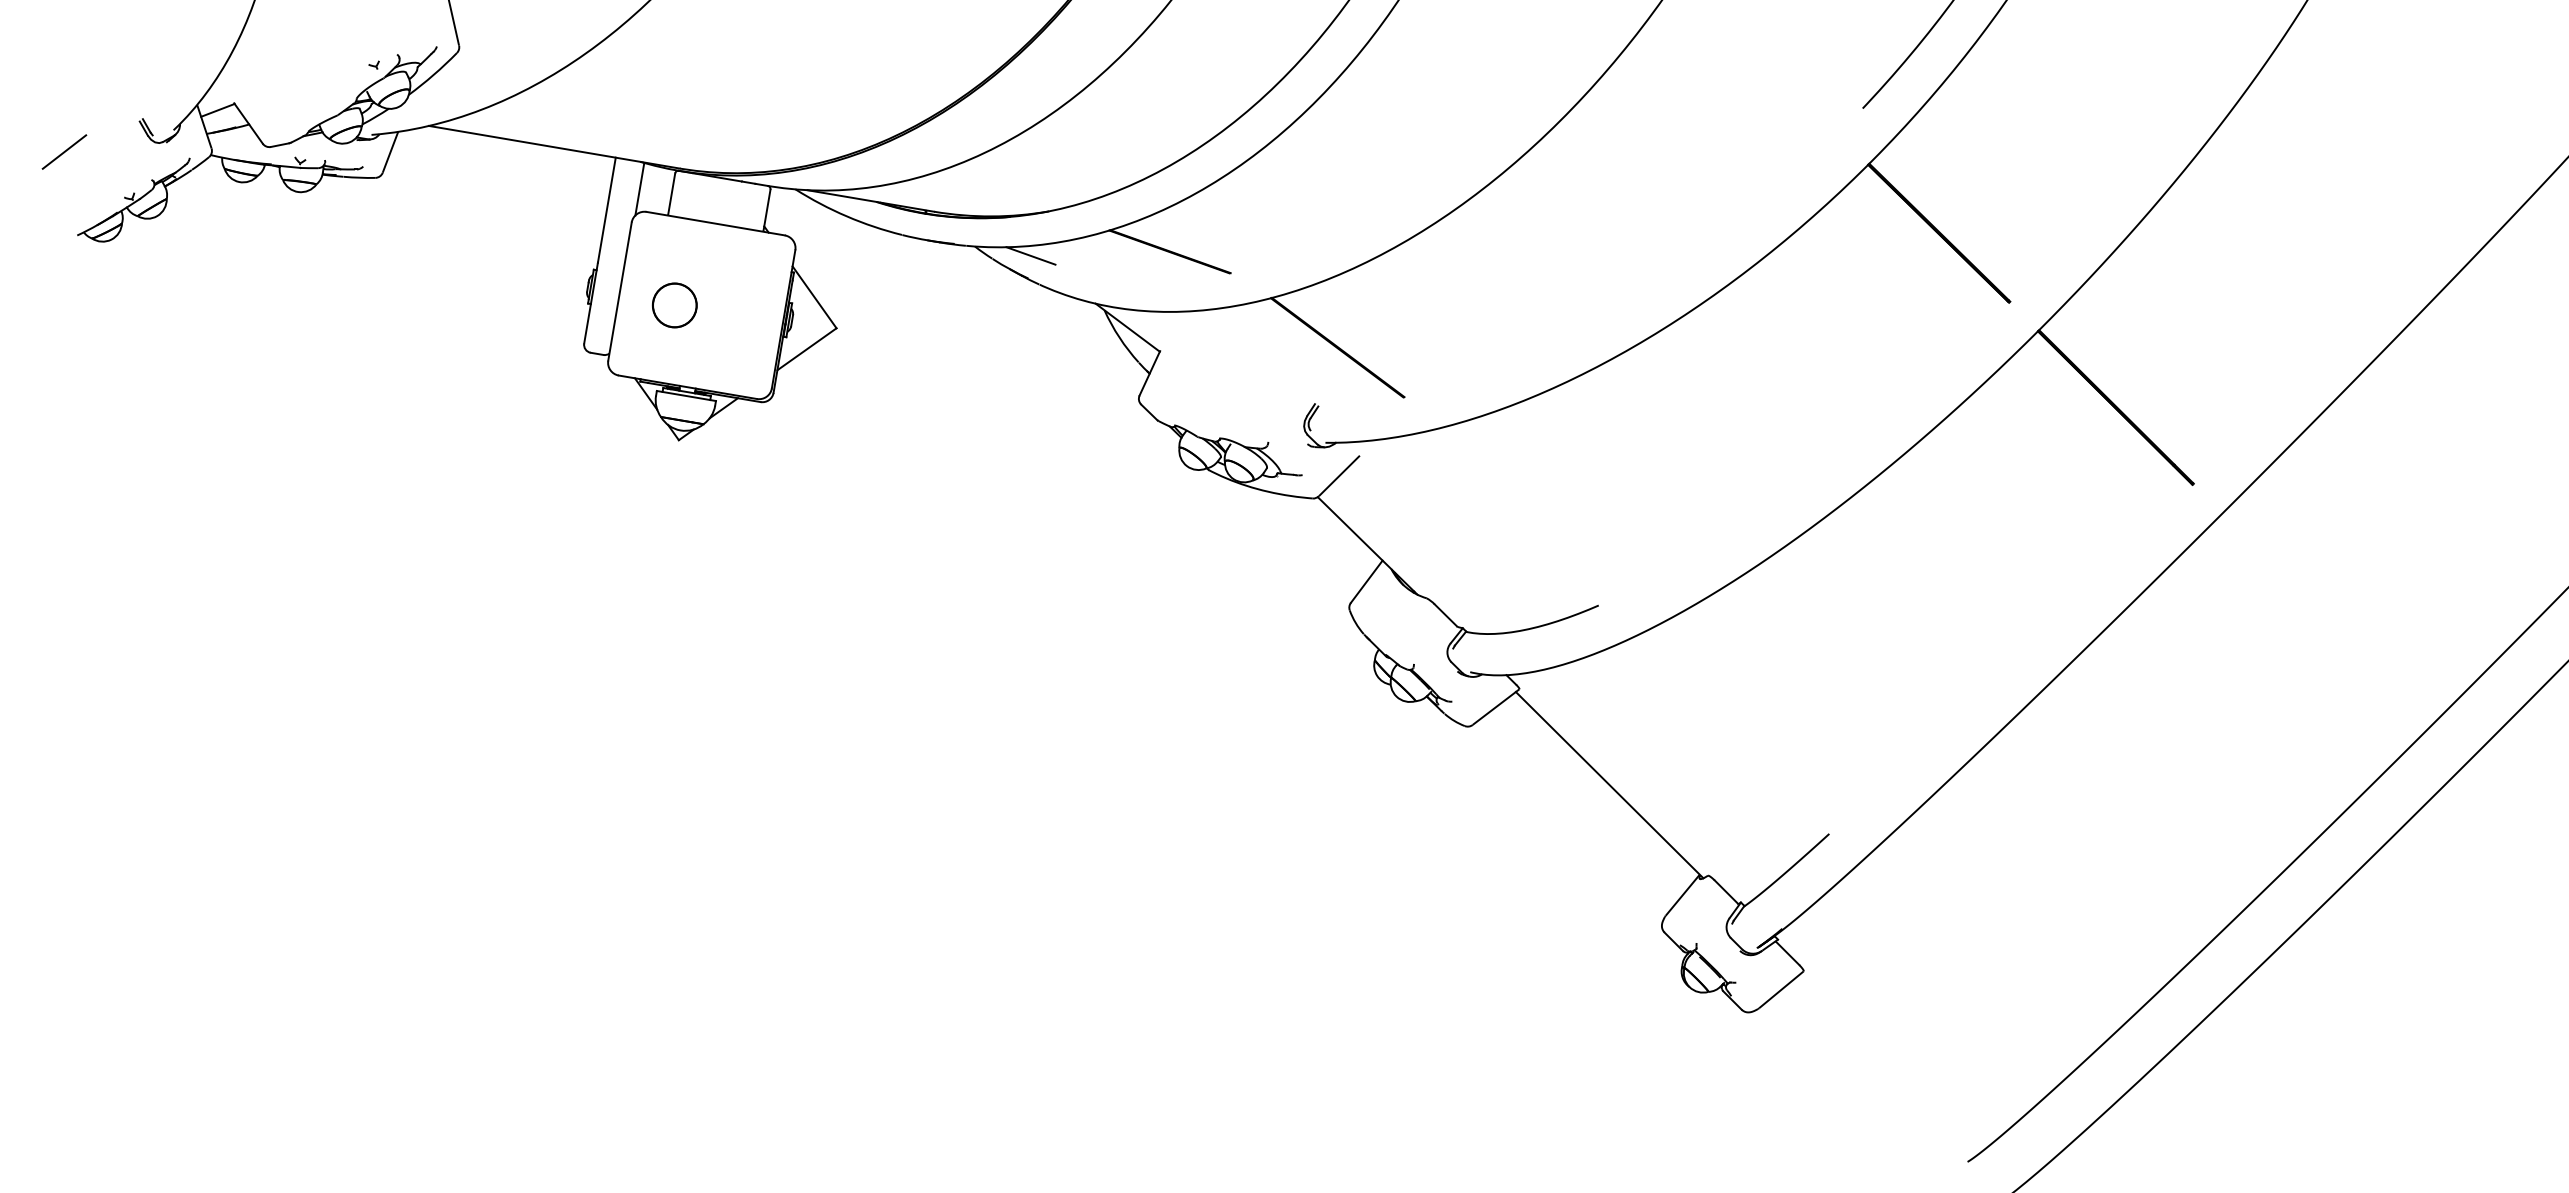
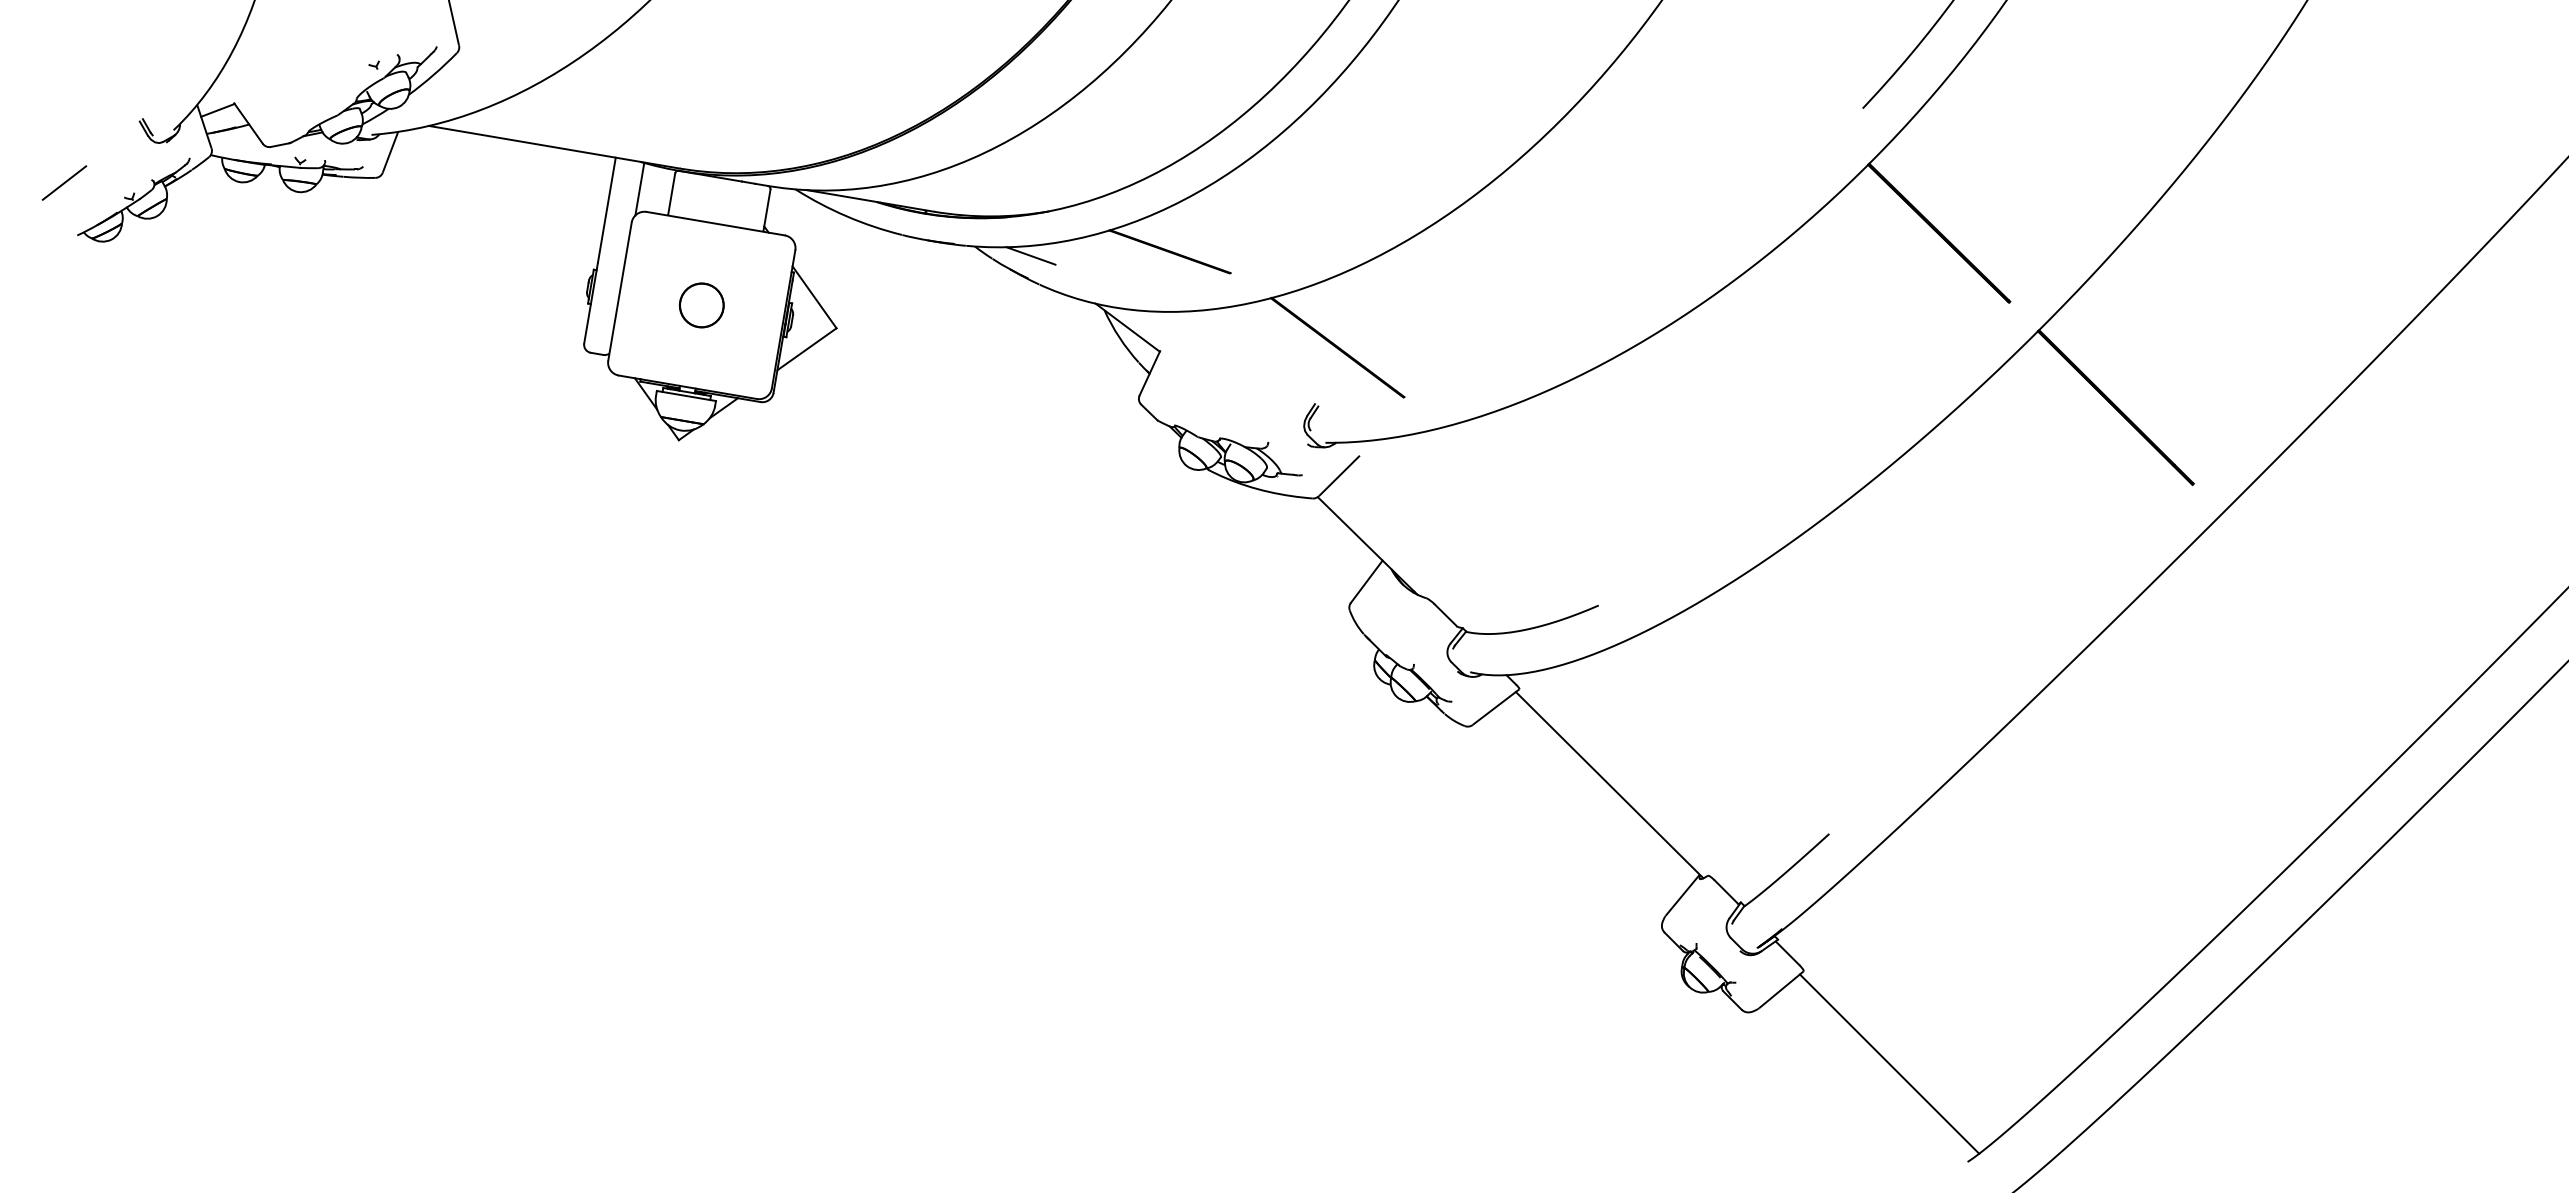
line at (64, 151) position: (64, 151) -> (64, 182)
part at (674, 305) position: (674, 305) -> (701, 305)
line at (1889, 1063): none -> present
